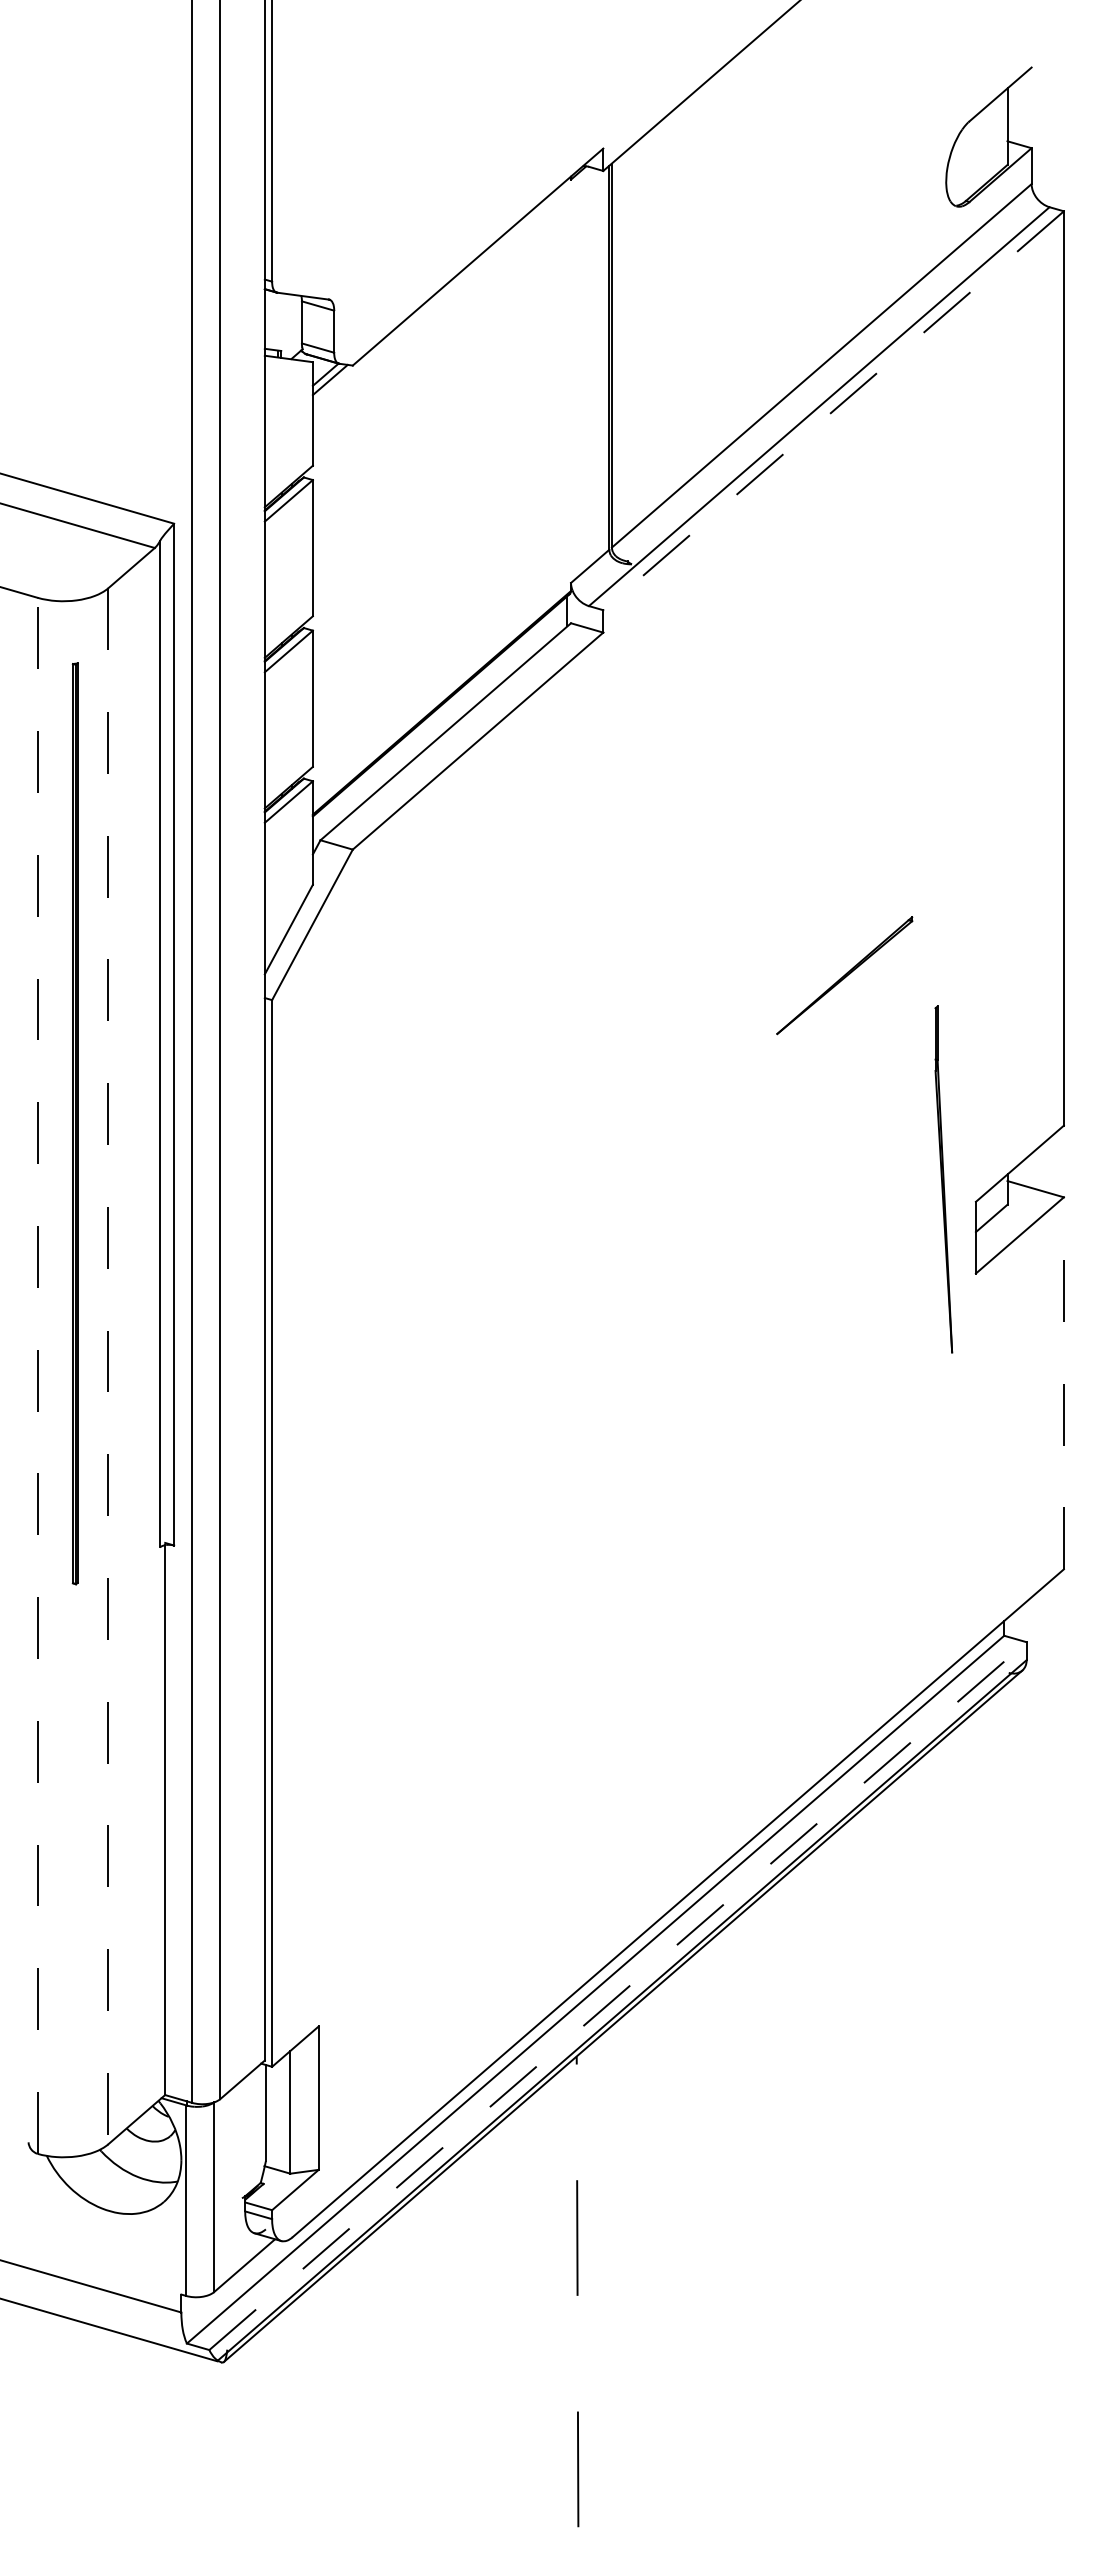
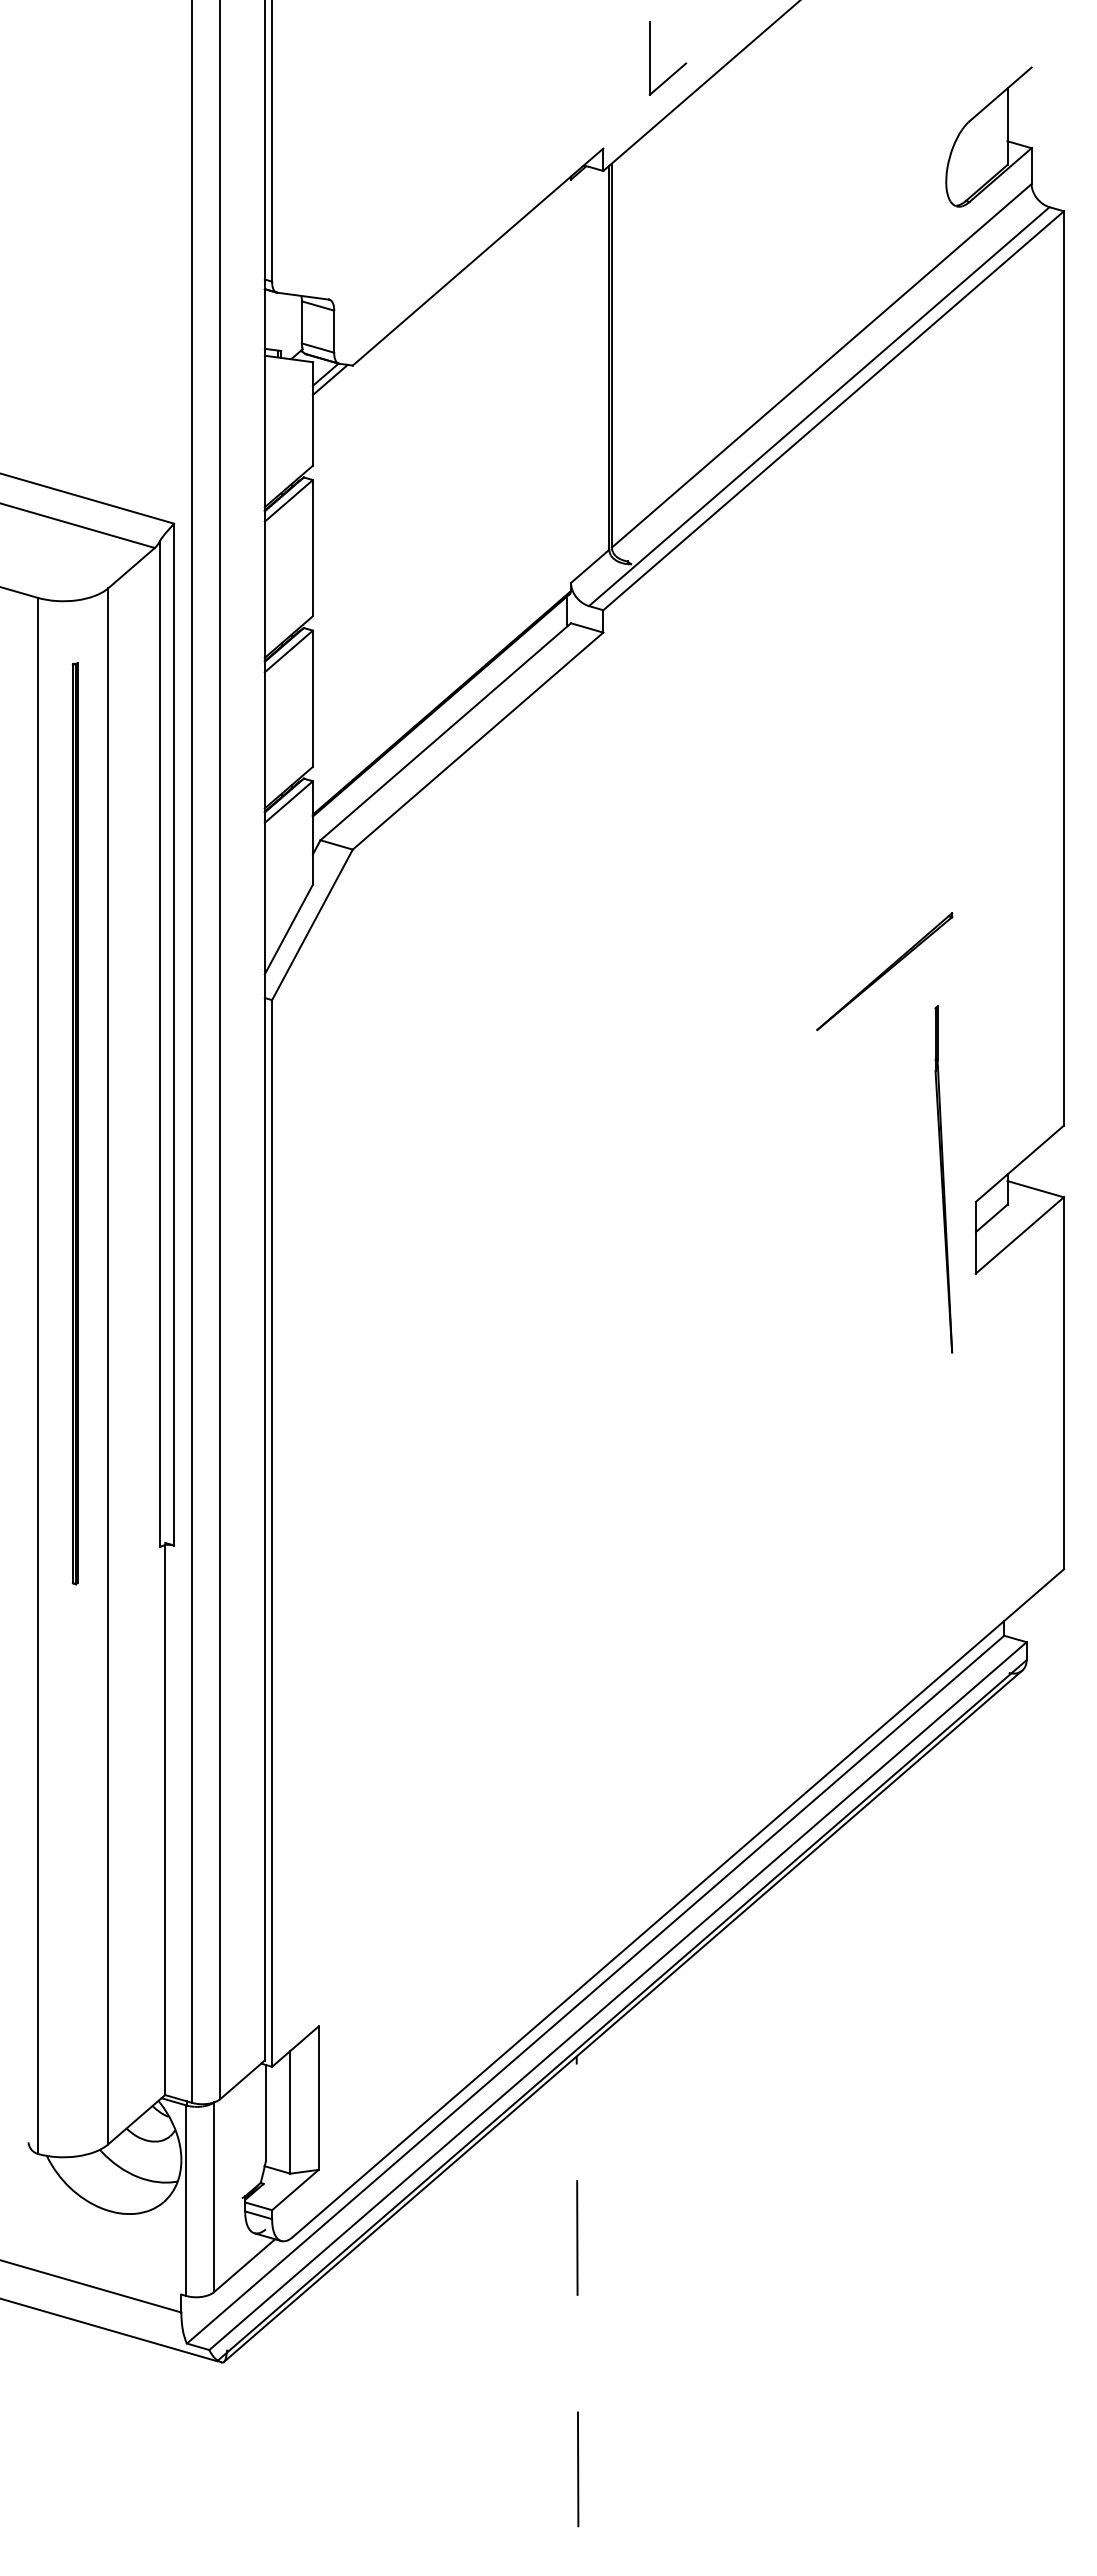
part at (678, 68): none -> present
line at (833, 410): dashed -> solid
part at (844, 975) position: (844, 975) -> (884, 971)
line at (108, 1366): dashed -> solid
line at (37, 1375): dashed -> solid
line at (1063, 1382): dashed -> solid
line at (618, 1996): dashed -> solid
